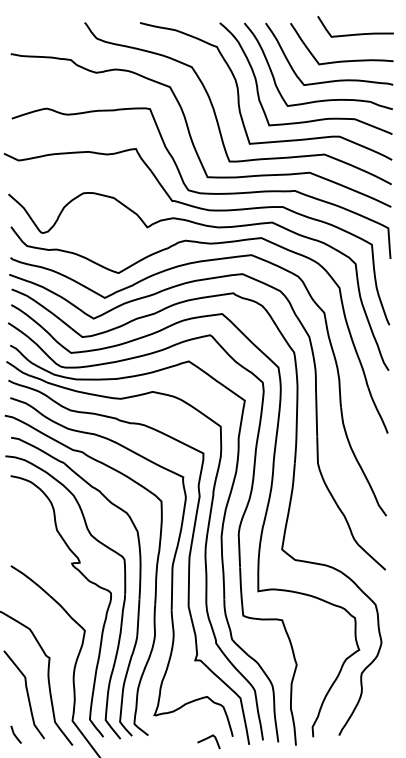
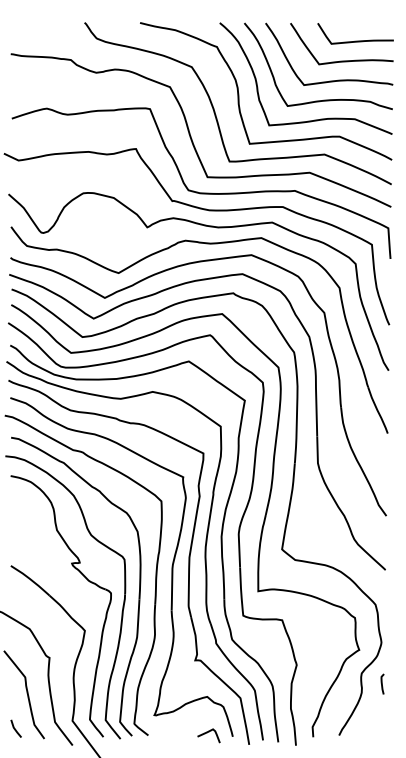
curve at (355, 33) position: (355, 33) -> (355, 40)
curve at (382, 683): none -> present
curve at (15, 734) position: (15, 734) -> (15, 728)
curve at (207, 739) position: (207, 739) -> (207, 733)
